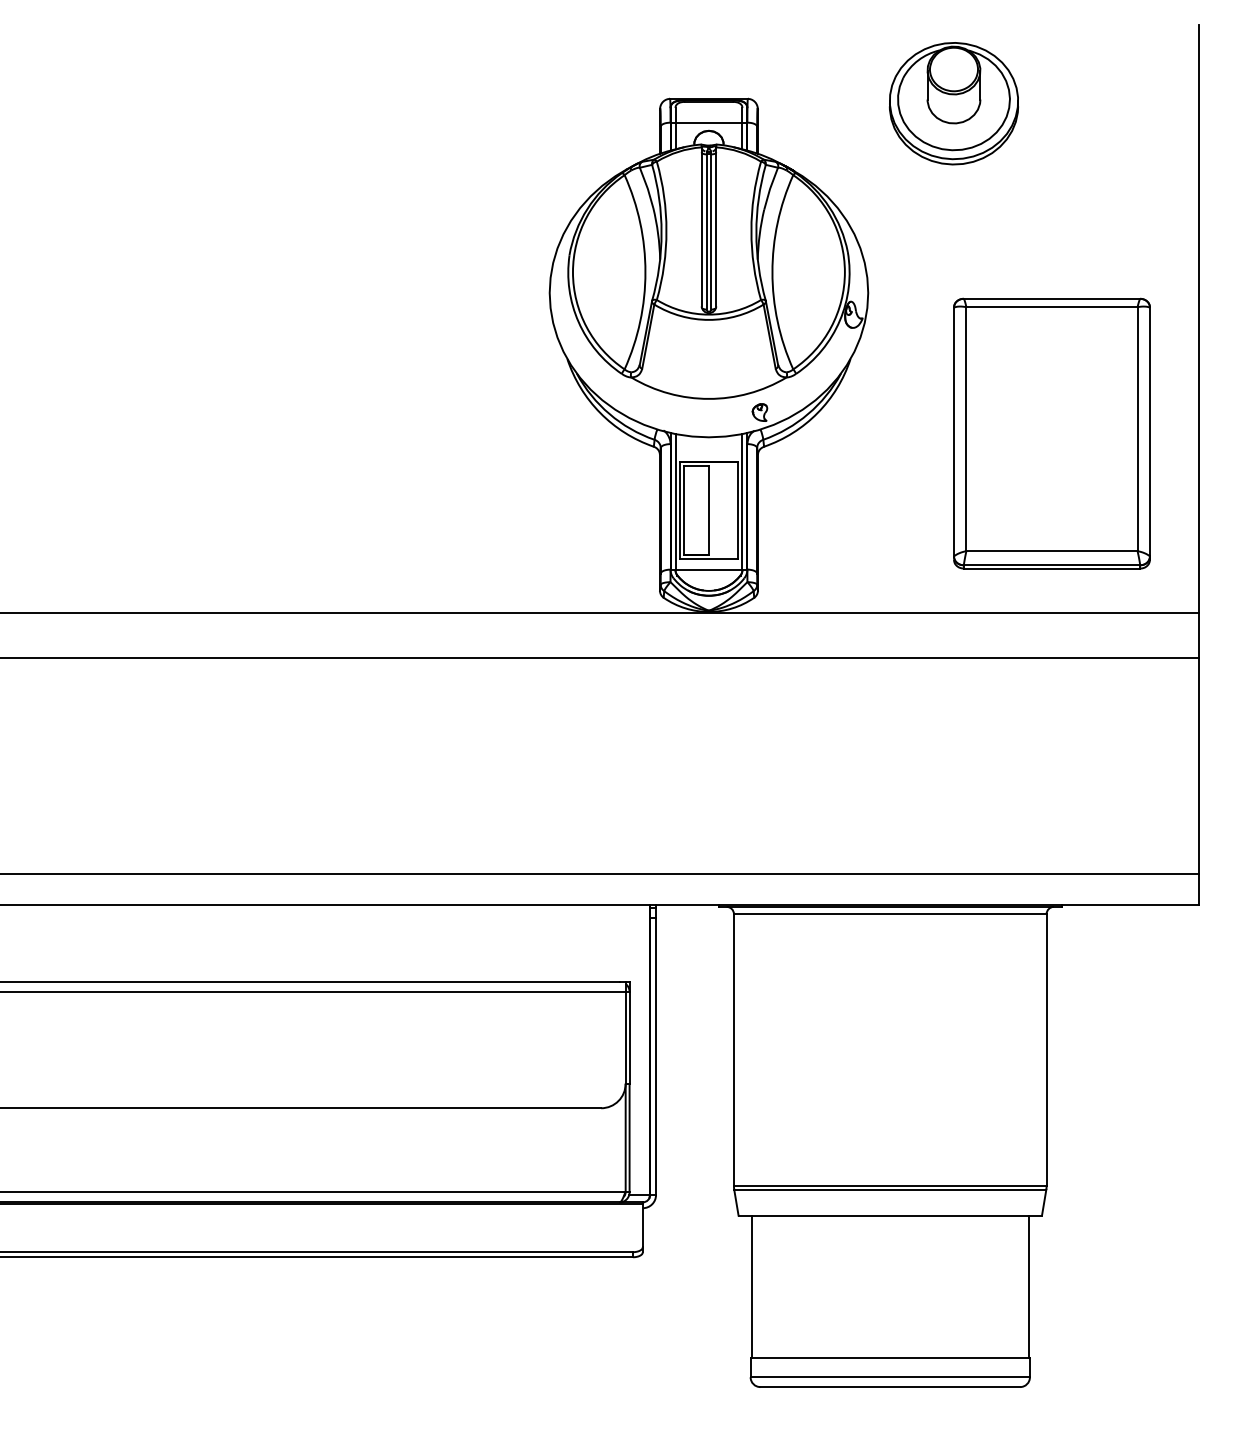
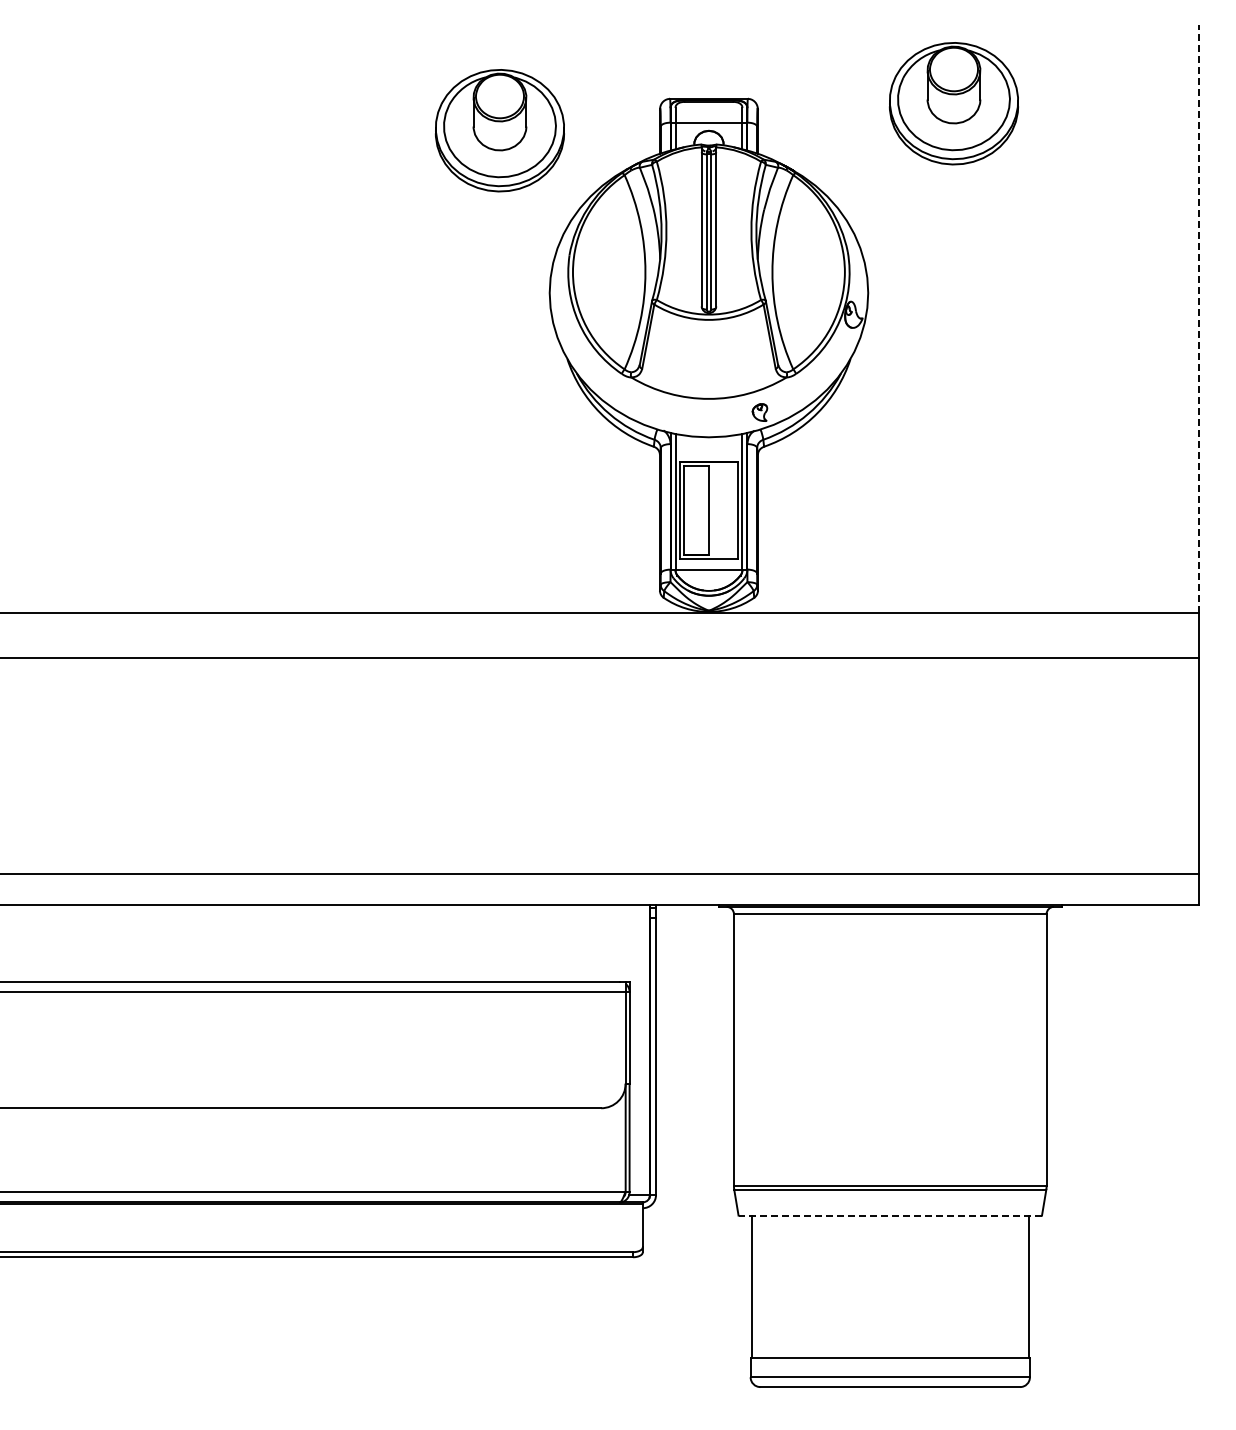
part at (499, 130): none -> present
line at (1199, 319): solid -> dashed
part at (1051, 433): present -> none
line at (890, 1215): solid -> dashed
